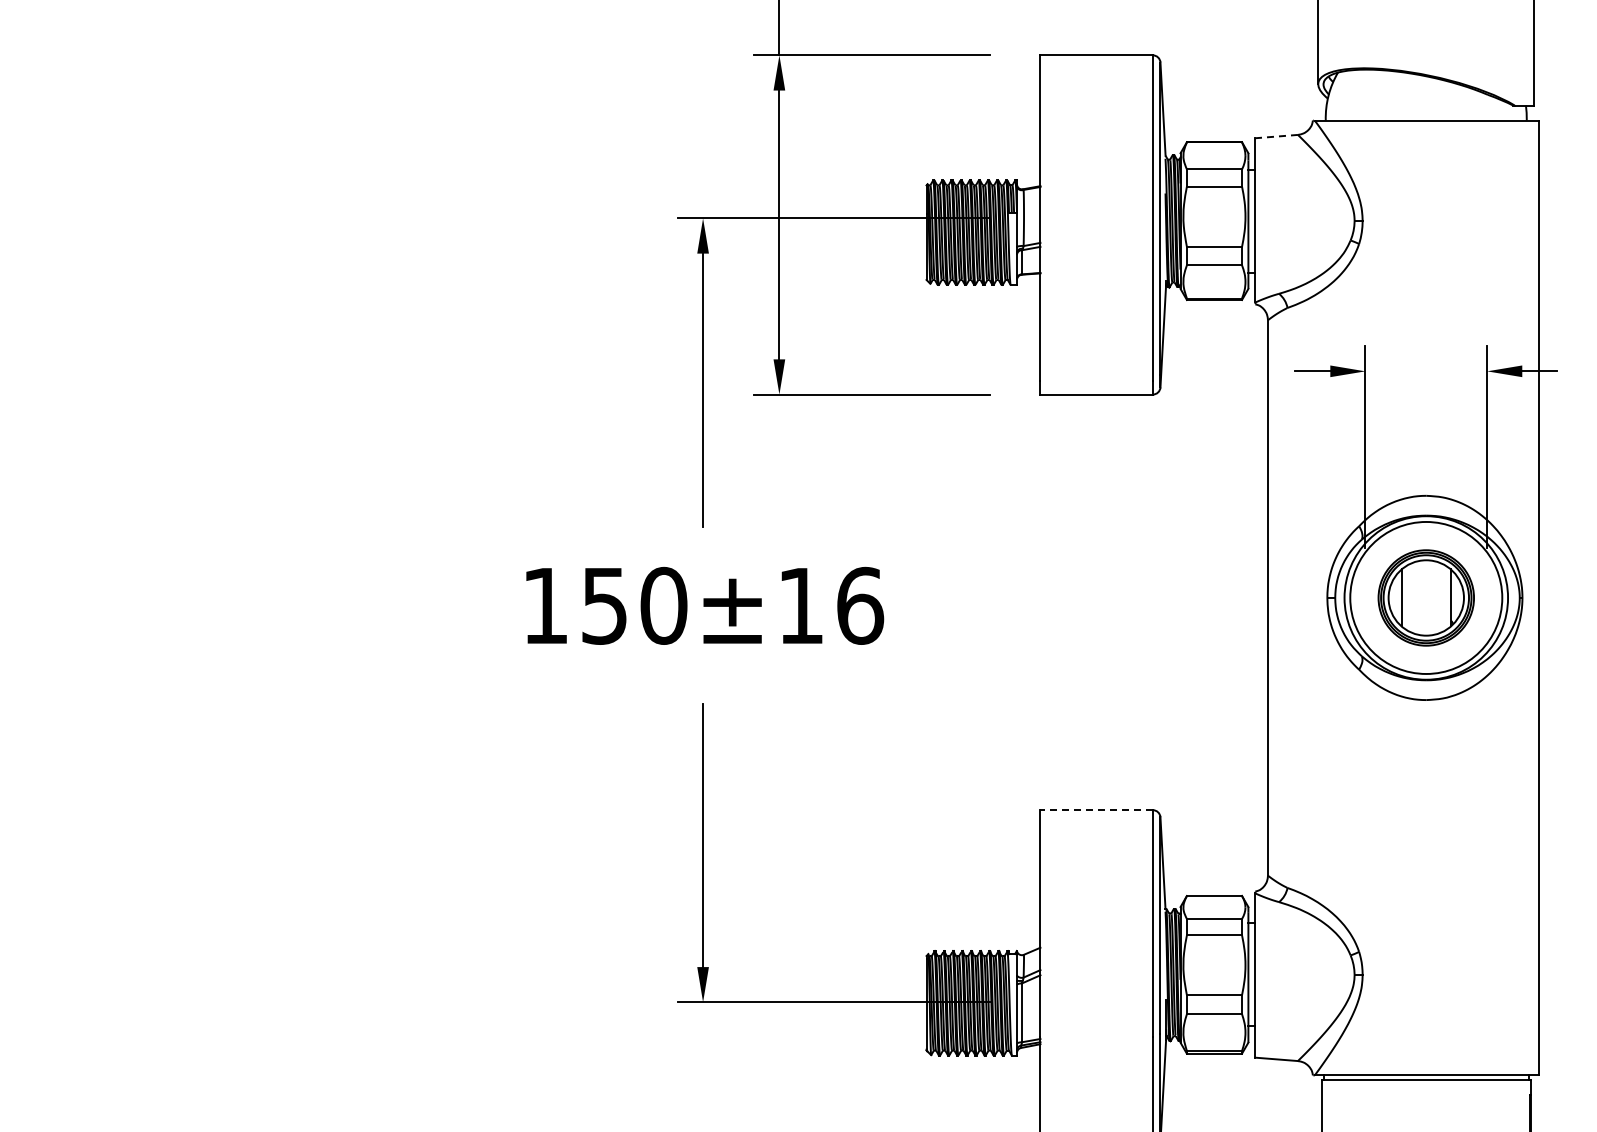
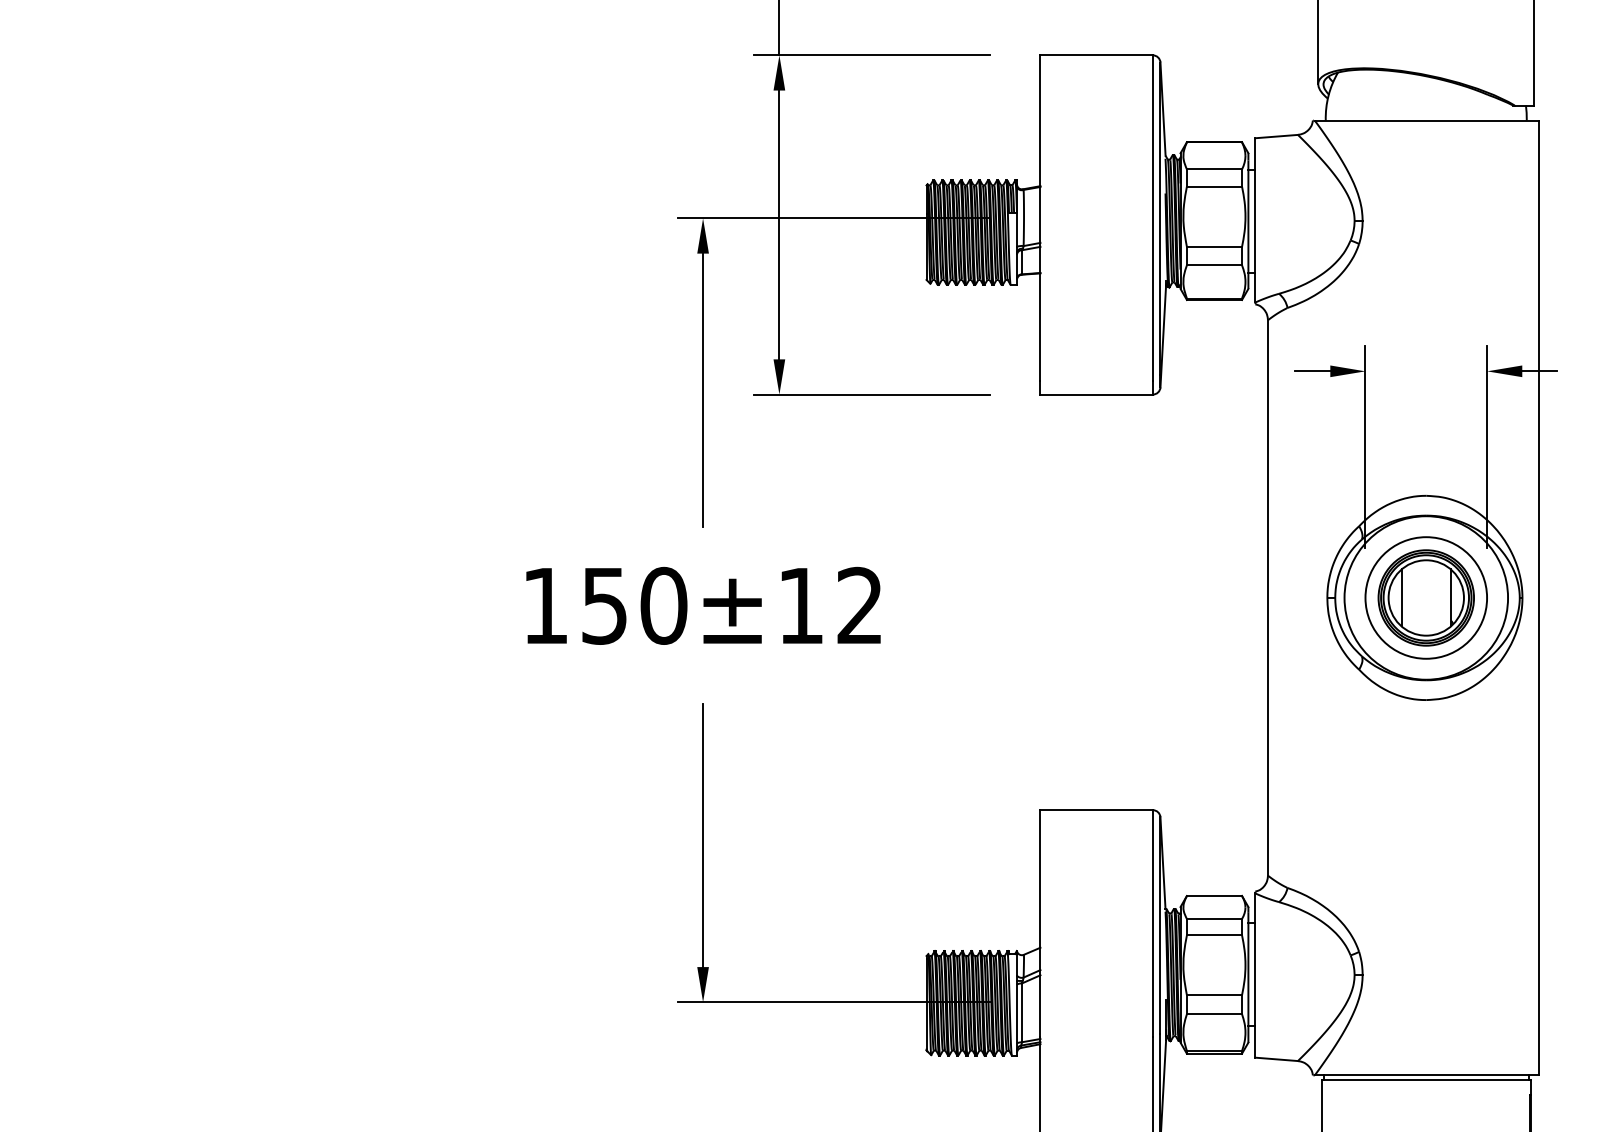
line at (1276, 136): dashed -> solid
circle at (1426, 597) diameter: 152 px -> 122 px
text at (860, 605): 150±16 -> 150±12
line at (1096, 810): dashed -> solid
